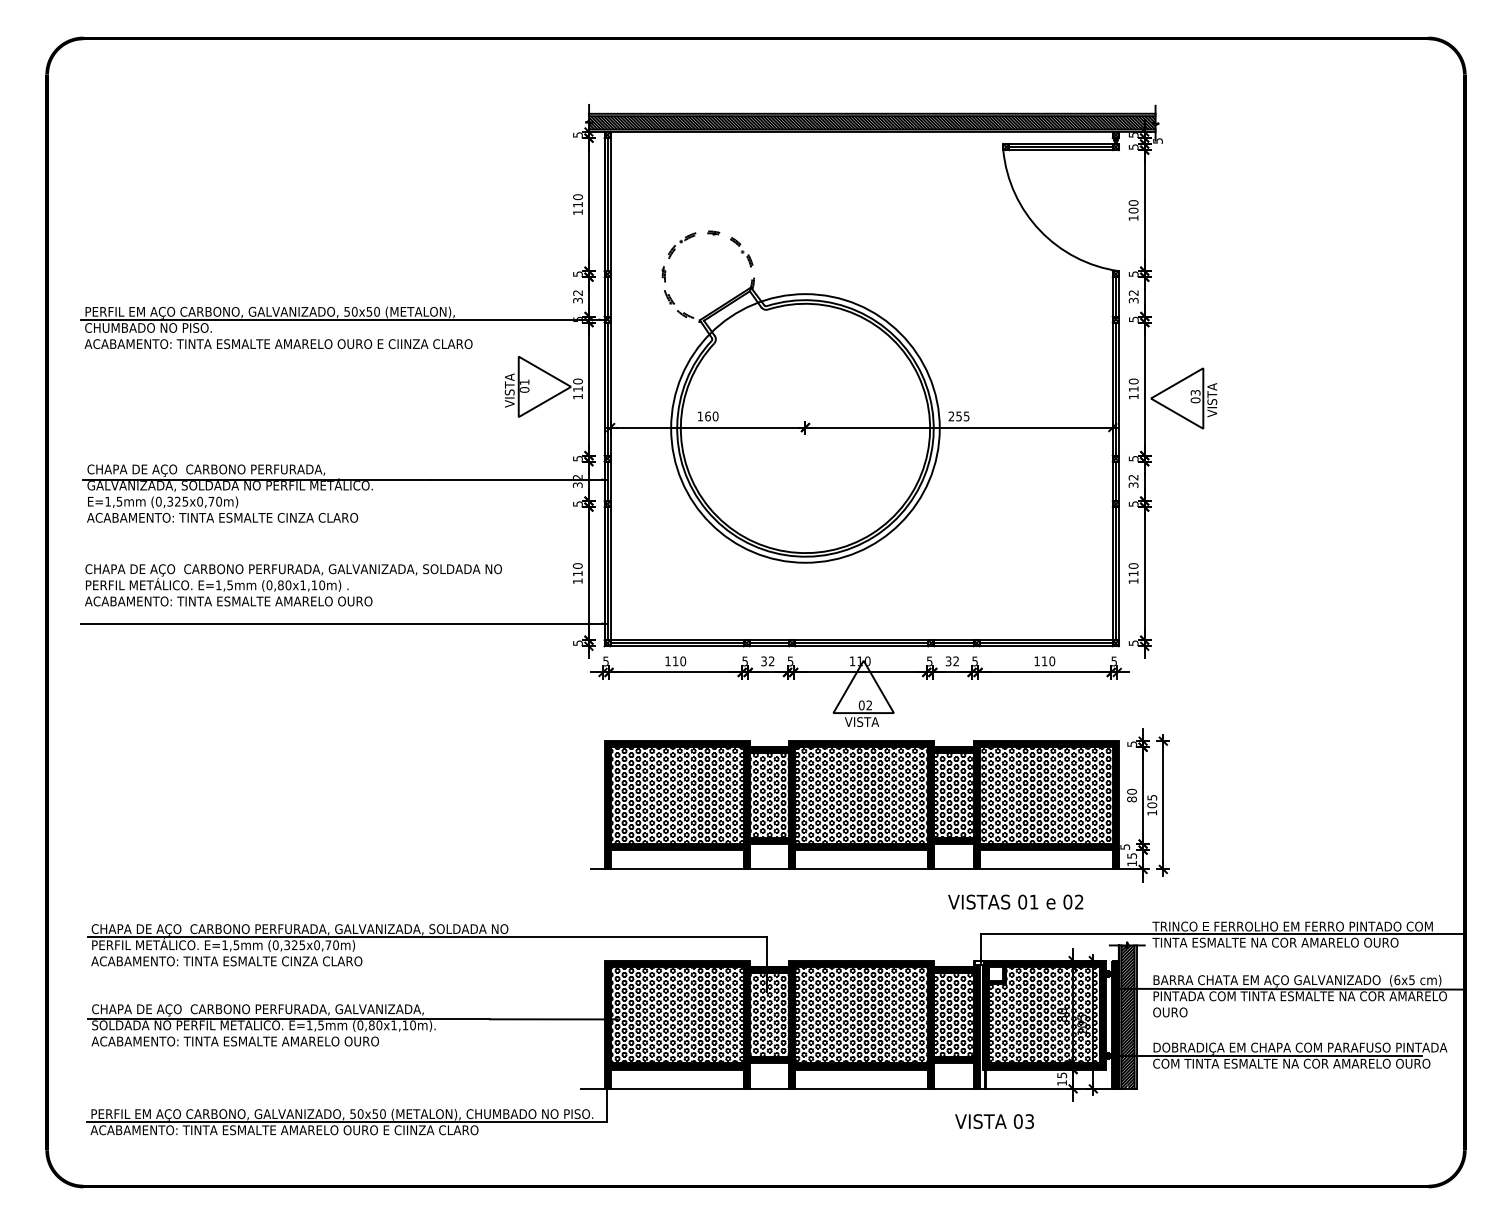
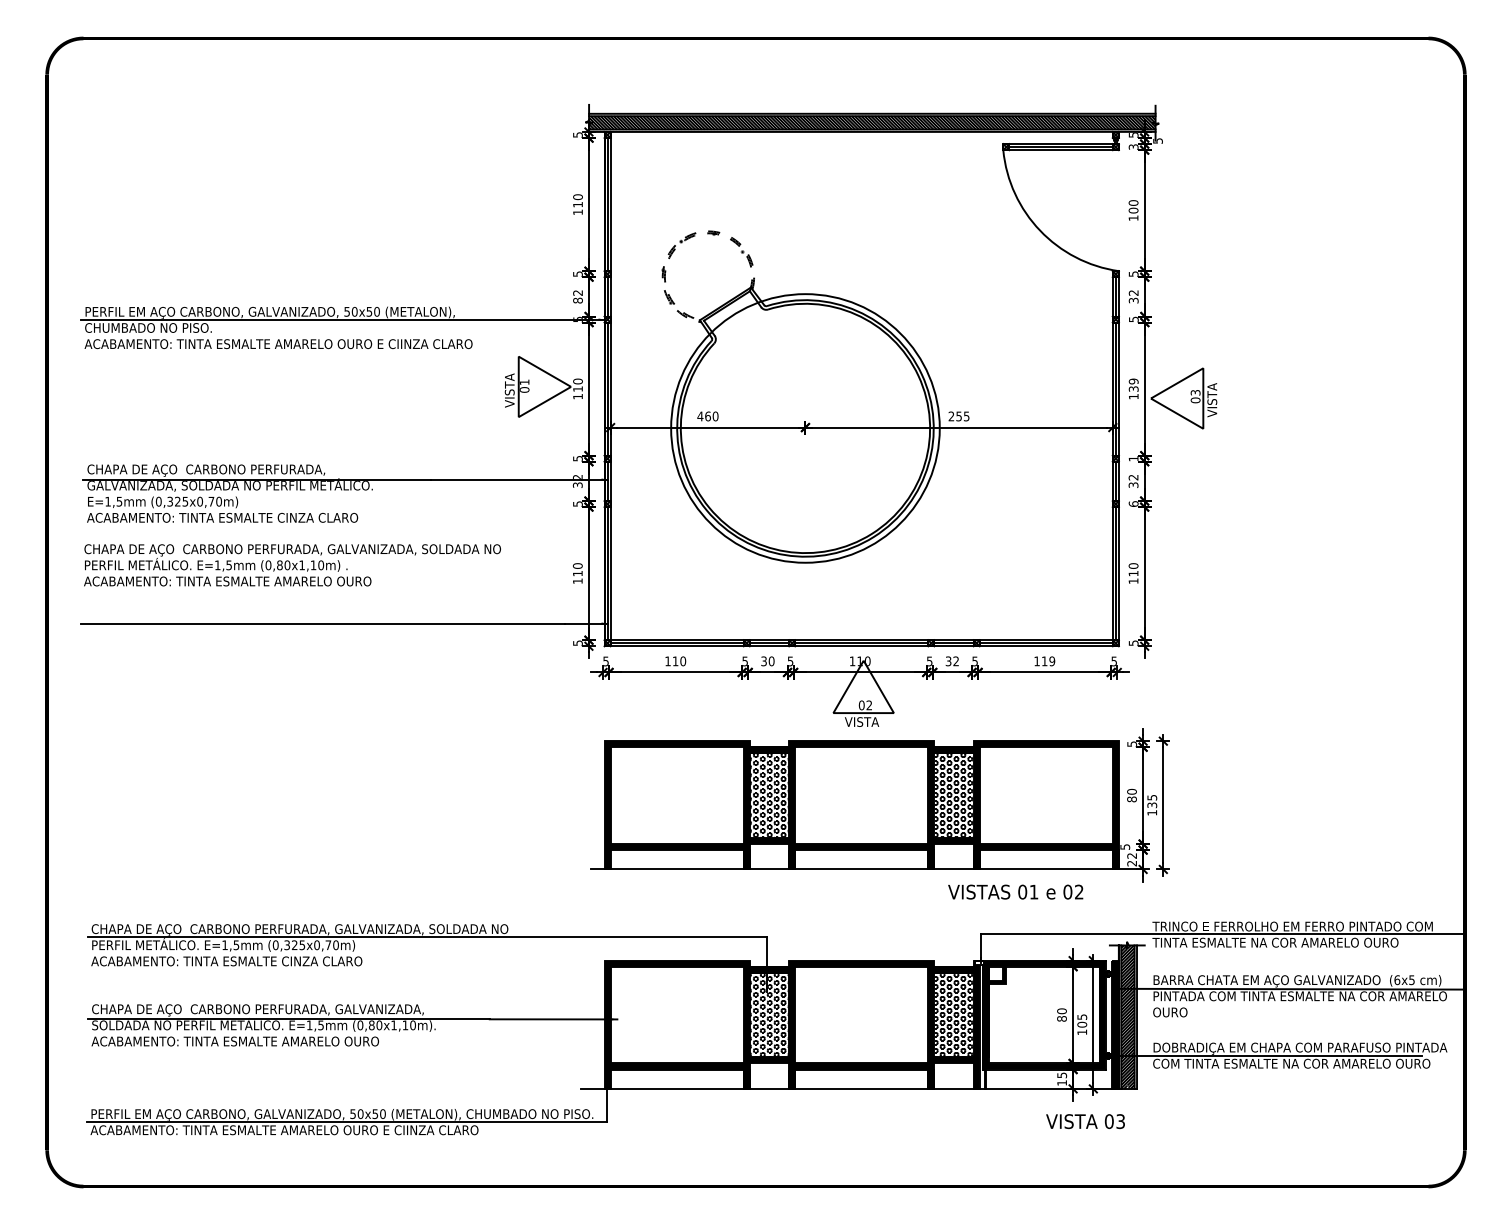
text at (1132, 146): 5 -> 3
text at (577, 300): 32 -> 82
text at (1133, 384): 110 -> 139
text at (700, 416): 160 -> 460
text at (1133, 458): 5 -> 1
text at (1133, 503): 5 -> 6
text at (293, 585) position: (293, 585) -> (292, 565)
text at (771, 661): 32 -> 30
text at (1052, 661): 110 -> 119
hatch at (676, 795): present -> none
hatch at (861, 795): present -> none
hatch at (1045, 795): present -> none
text at (1152, 805): 105 -> 135
text at (1132, 859): 15 -> 22
text at (1015, 901) position: (1015, 901) -> (1015, 891)
hatch at (676, 1014): present -> none
hatch at (861, 1014): present -> none
hatch at (1043, 1014): present -> none
text at (994, 1121) position: (994, 1121) -> (1085, 1121)
